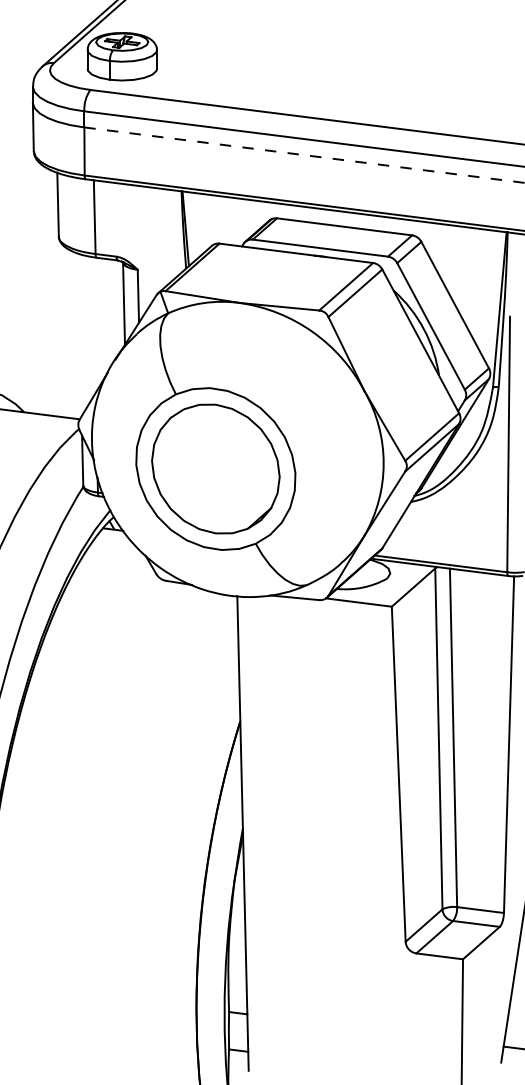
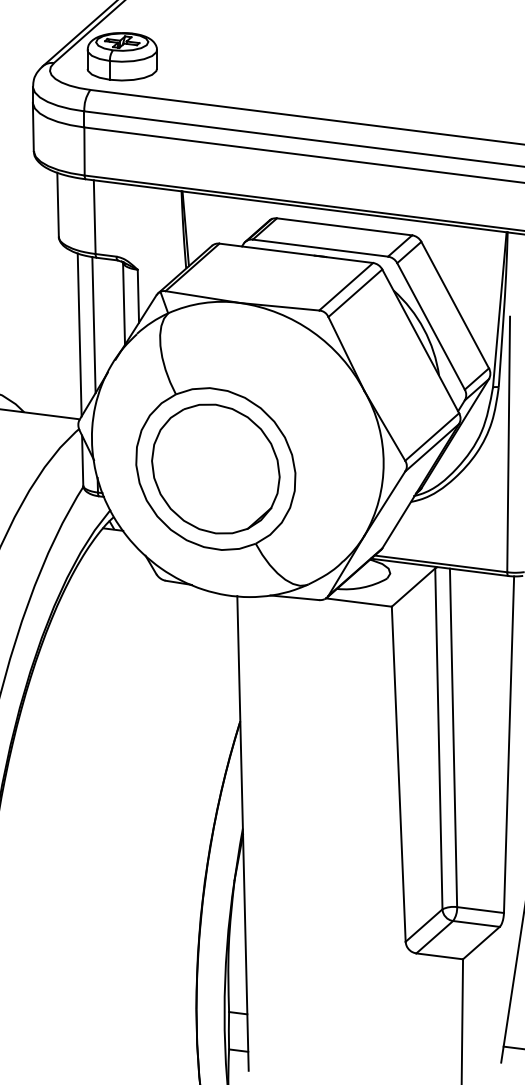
line at (304, 155): dashed -> solid
line at (93, 325): none -> present
line at (79, 334): none -> present
